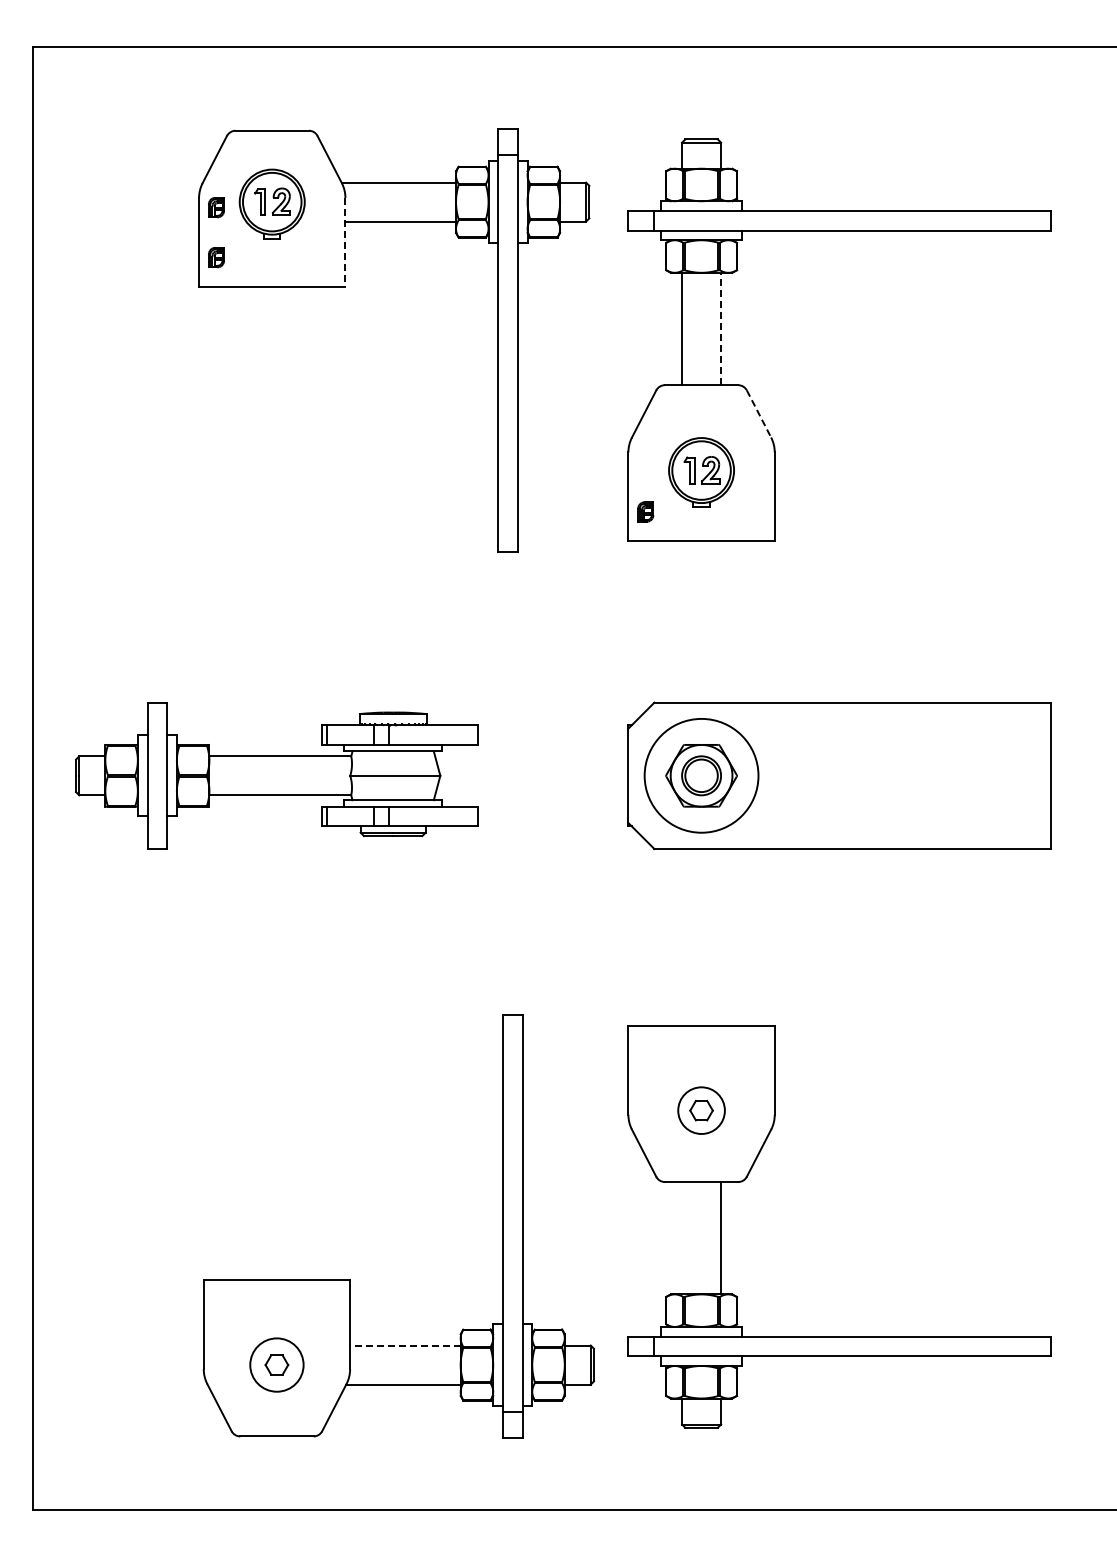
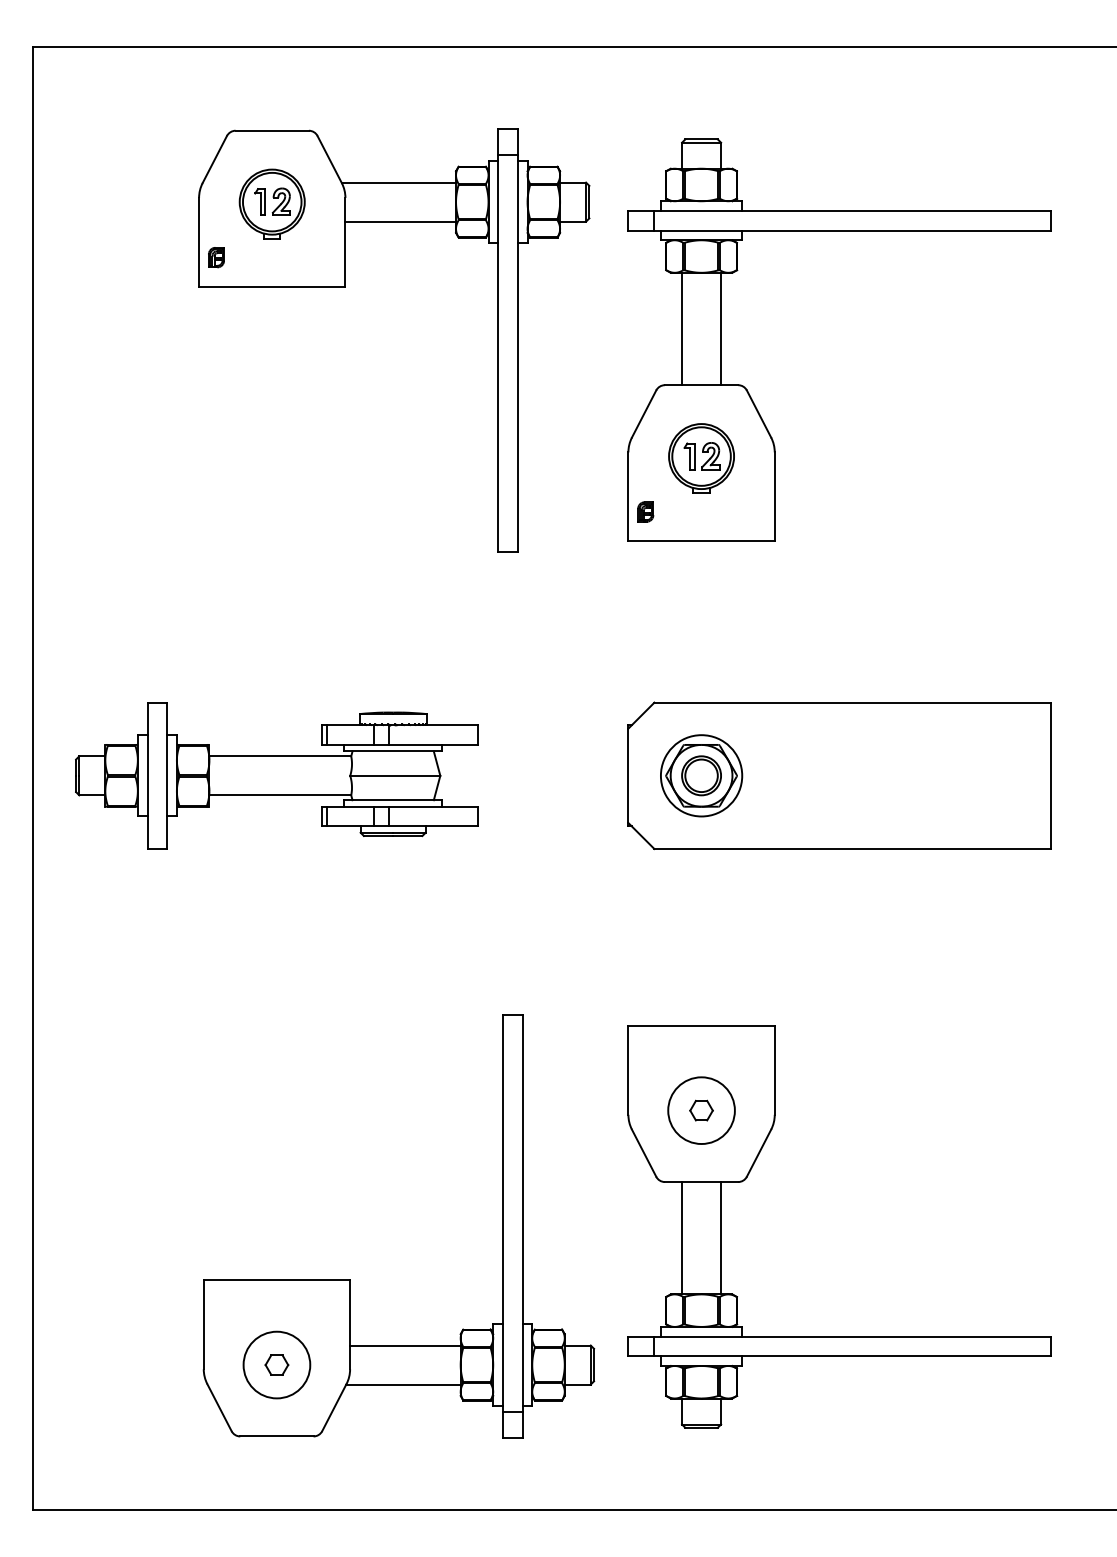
part at (216, 207): present -> none
line at (345, 242): dashed -> solid
line at (721, 328): dashed -> solid
line at (759, 414): dashed -> solid
part at (701, 472) position: (701, 472) -> (701, 458)
circle at (701, 775) diameter: 114 px -> 81 px
circle at (701, 1110) diameter: 47 px -> 67 px
line at (682, 1238): none -> present
line at (404, 1345): dashed -> solid
circle at (276, 1364) diameter: 53 px -> 67 px
